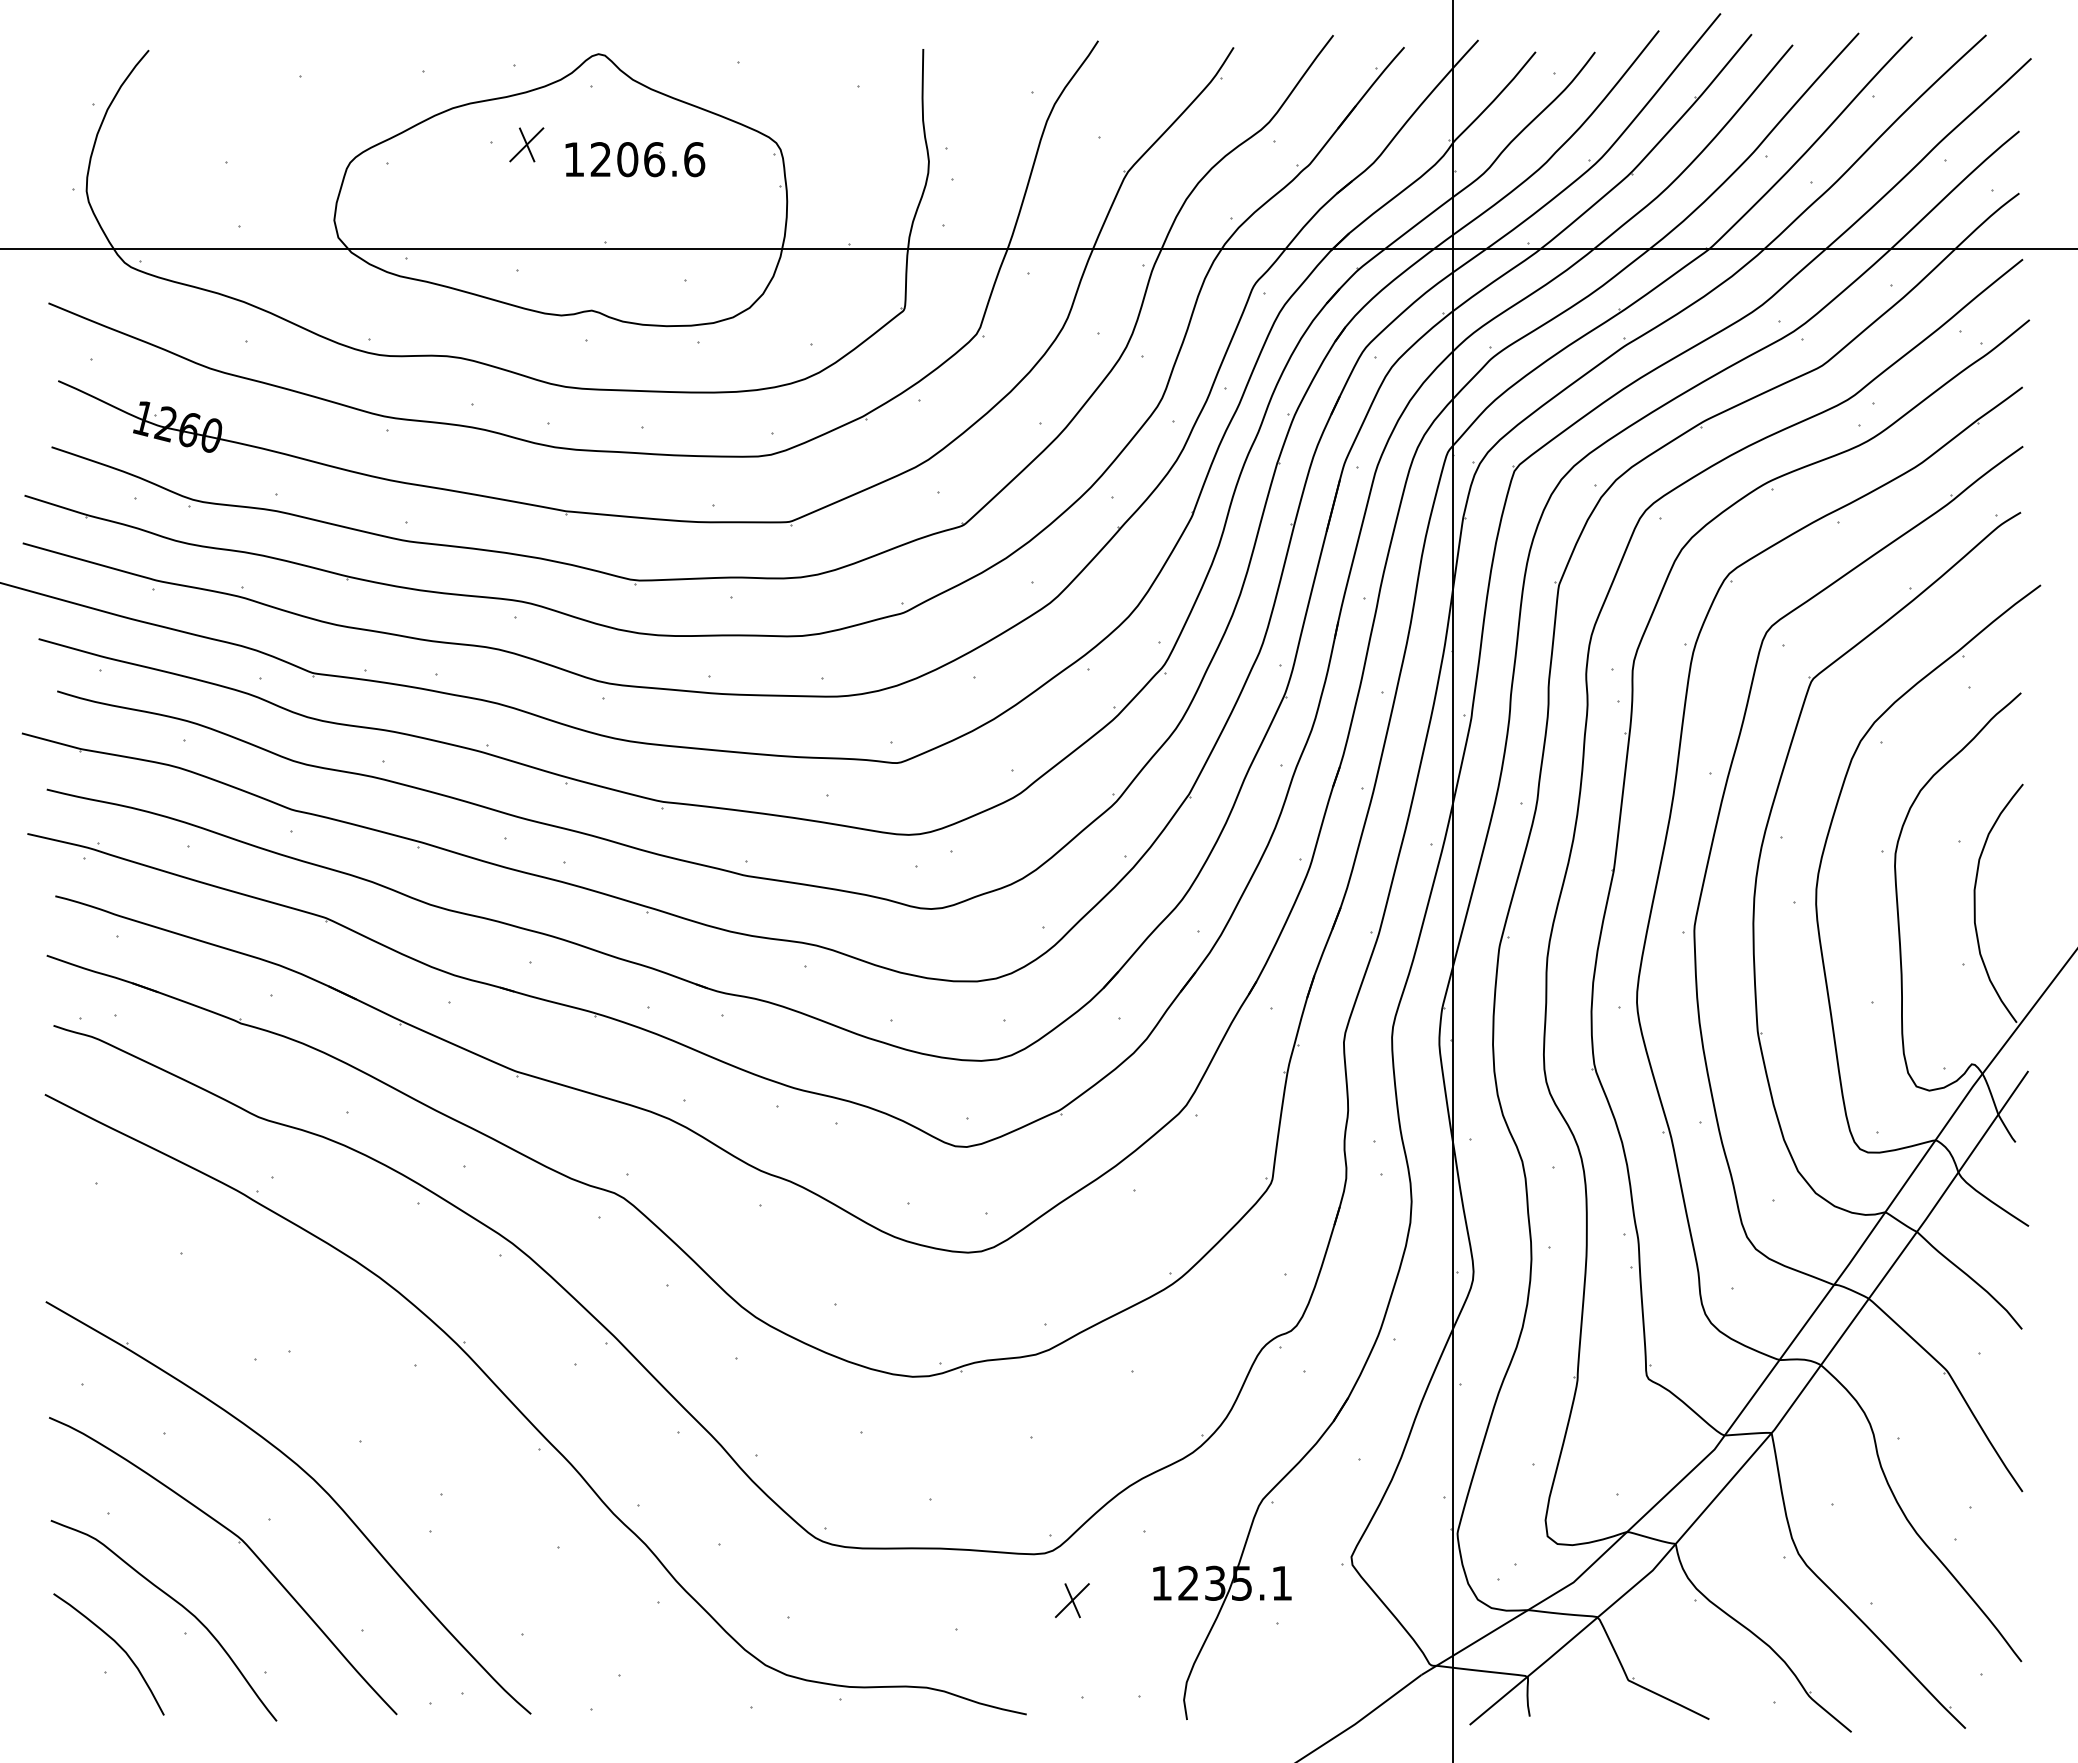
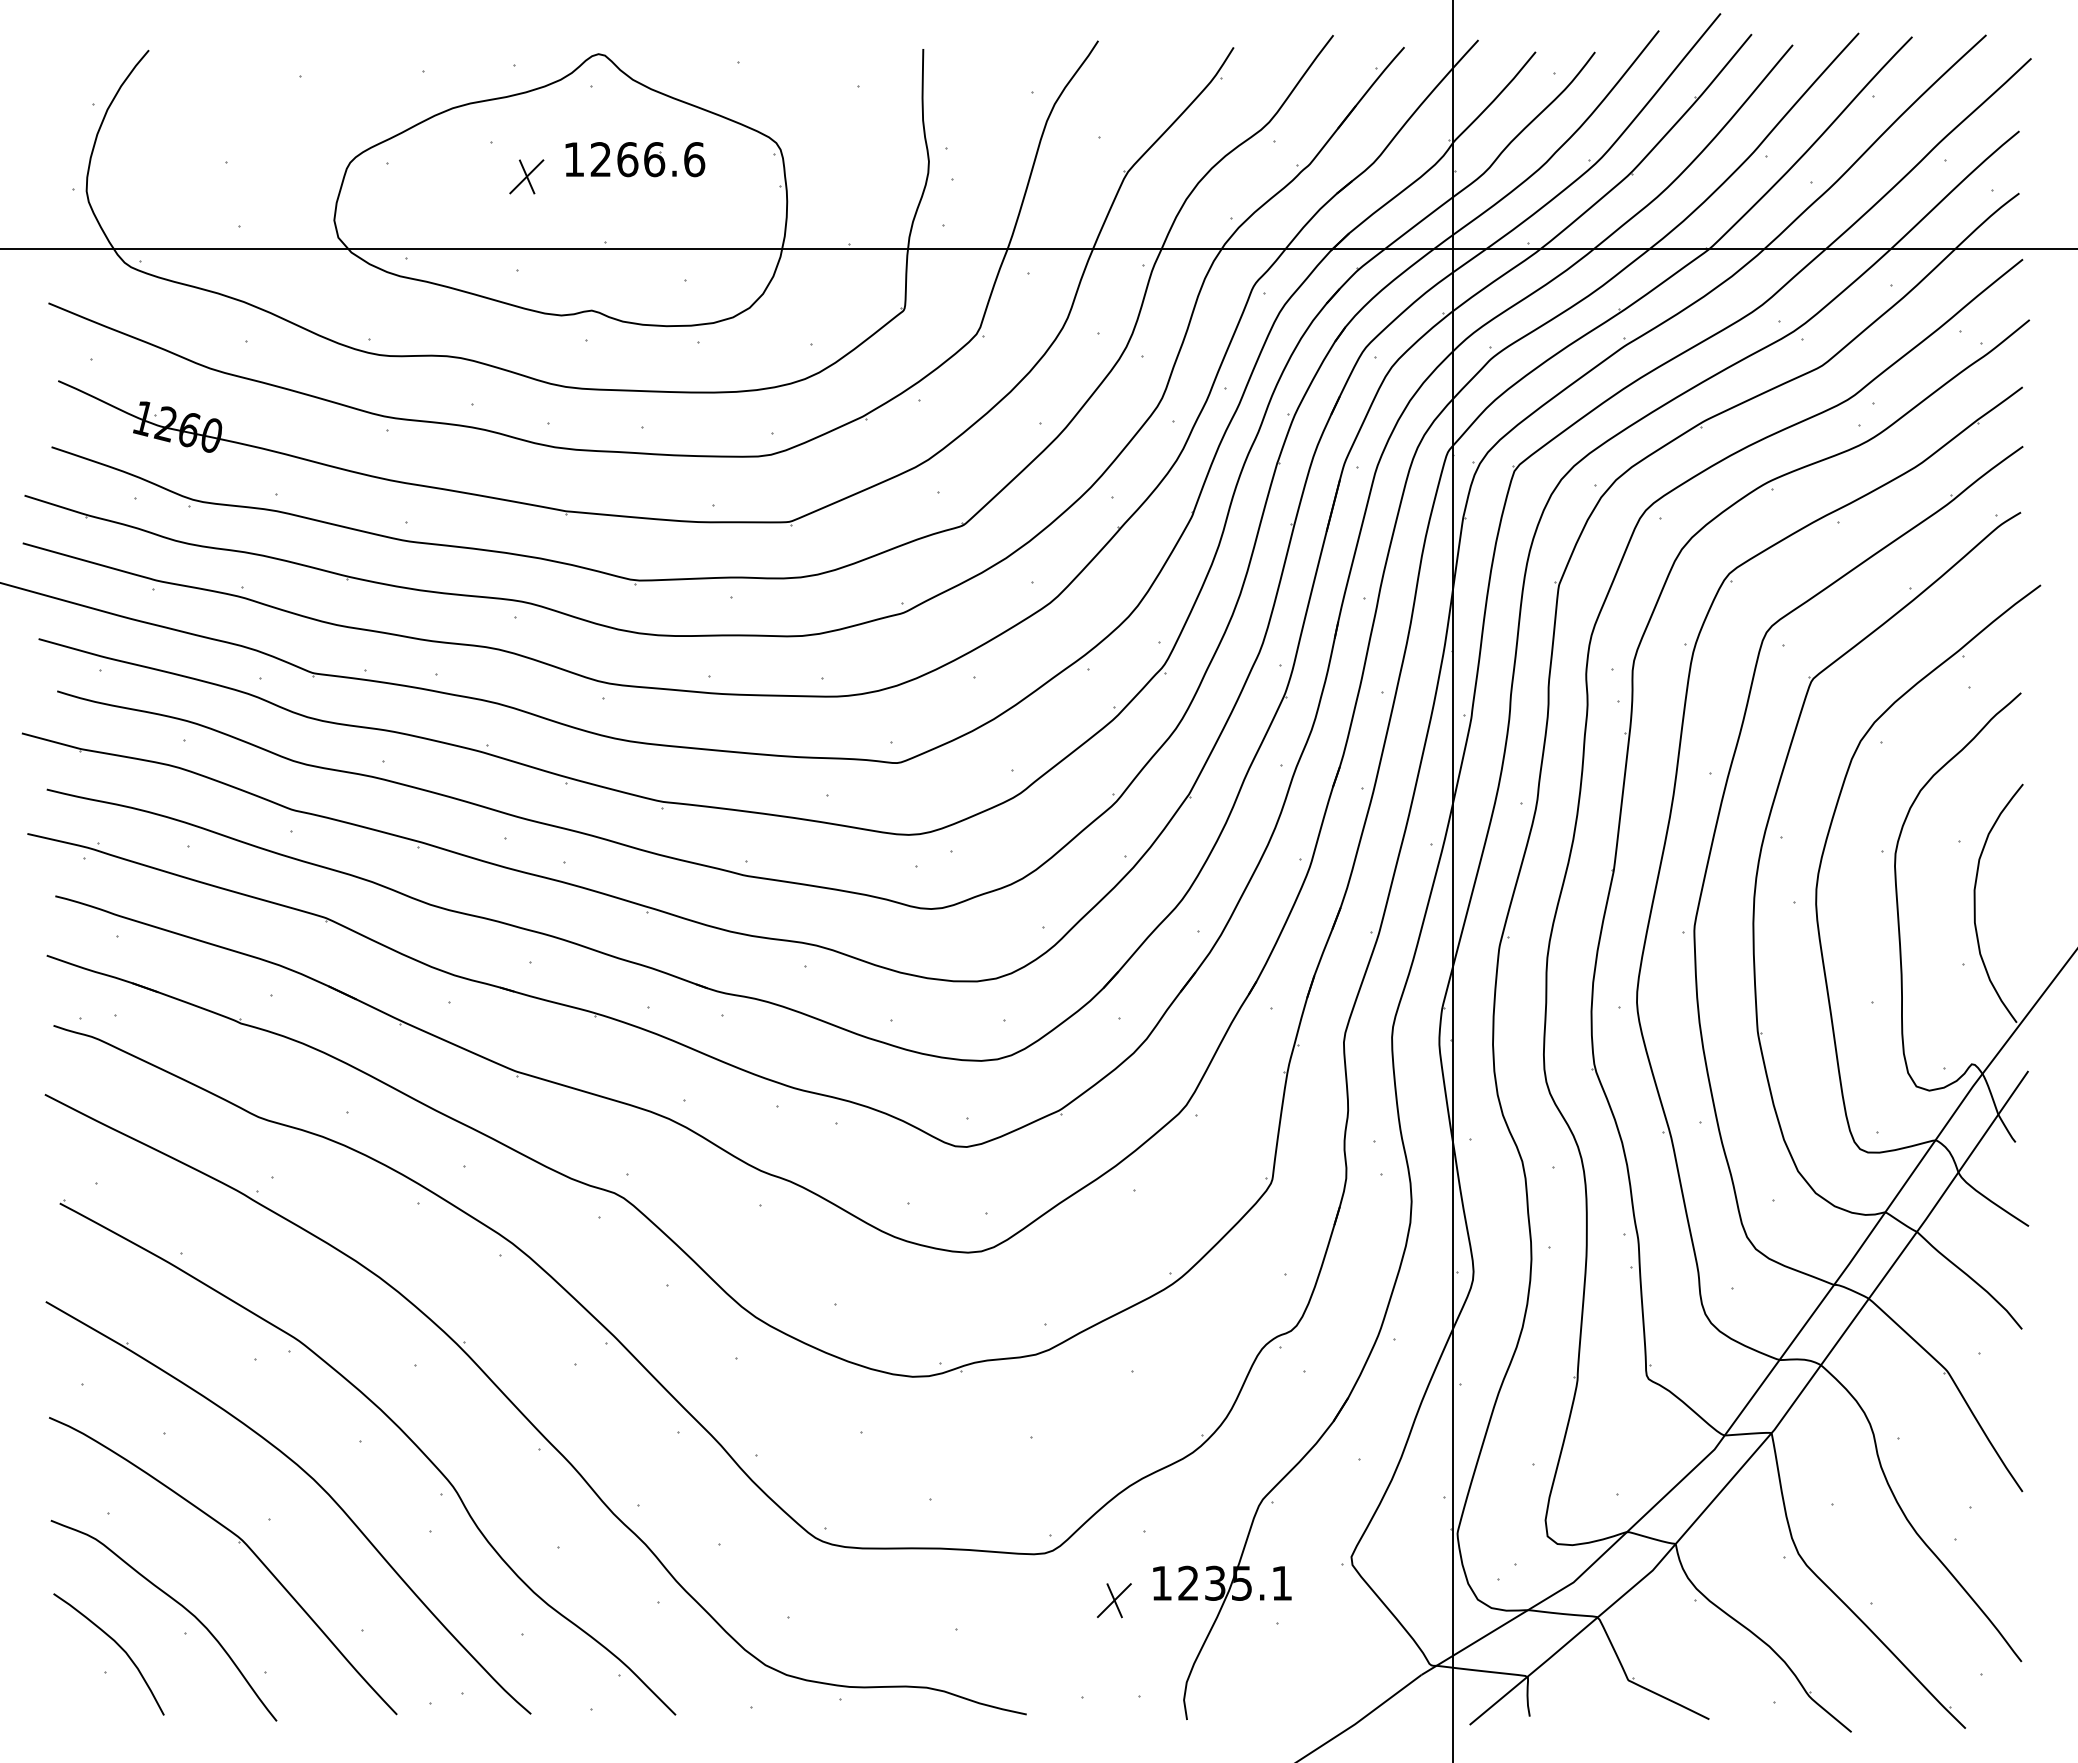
part at (526, 144) position: (526, 144) -> (526, 176)
text at (627, 159): 1206.6 -> 1266.6
part at (397, 1427): none -> present
part at (1072, 1600) position: (1072, 1600) -> (1114, 1600)
